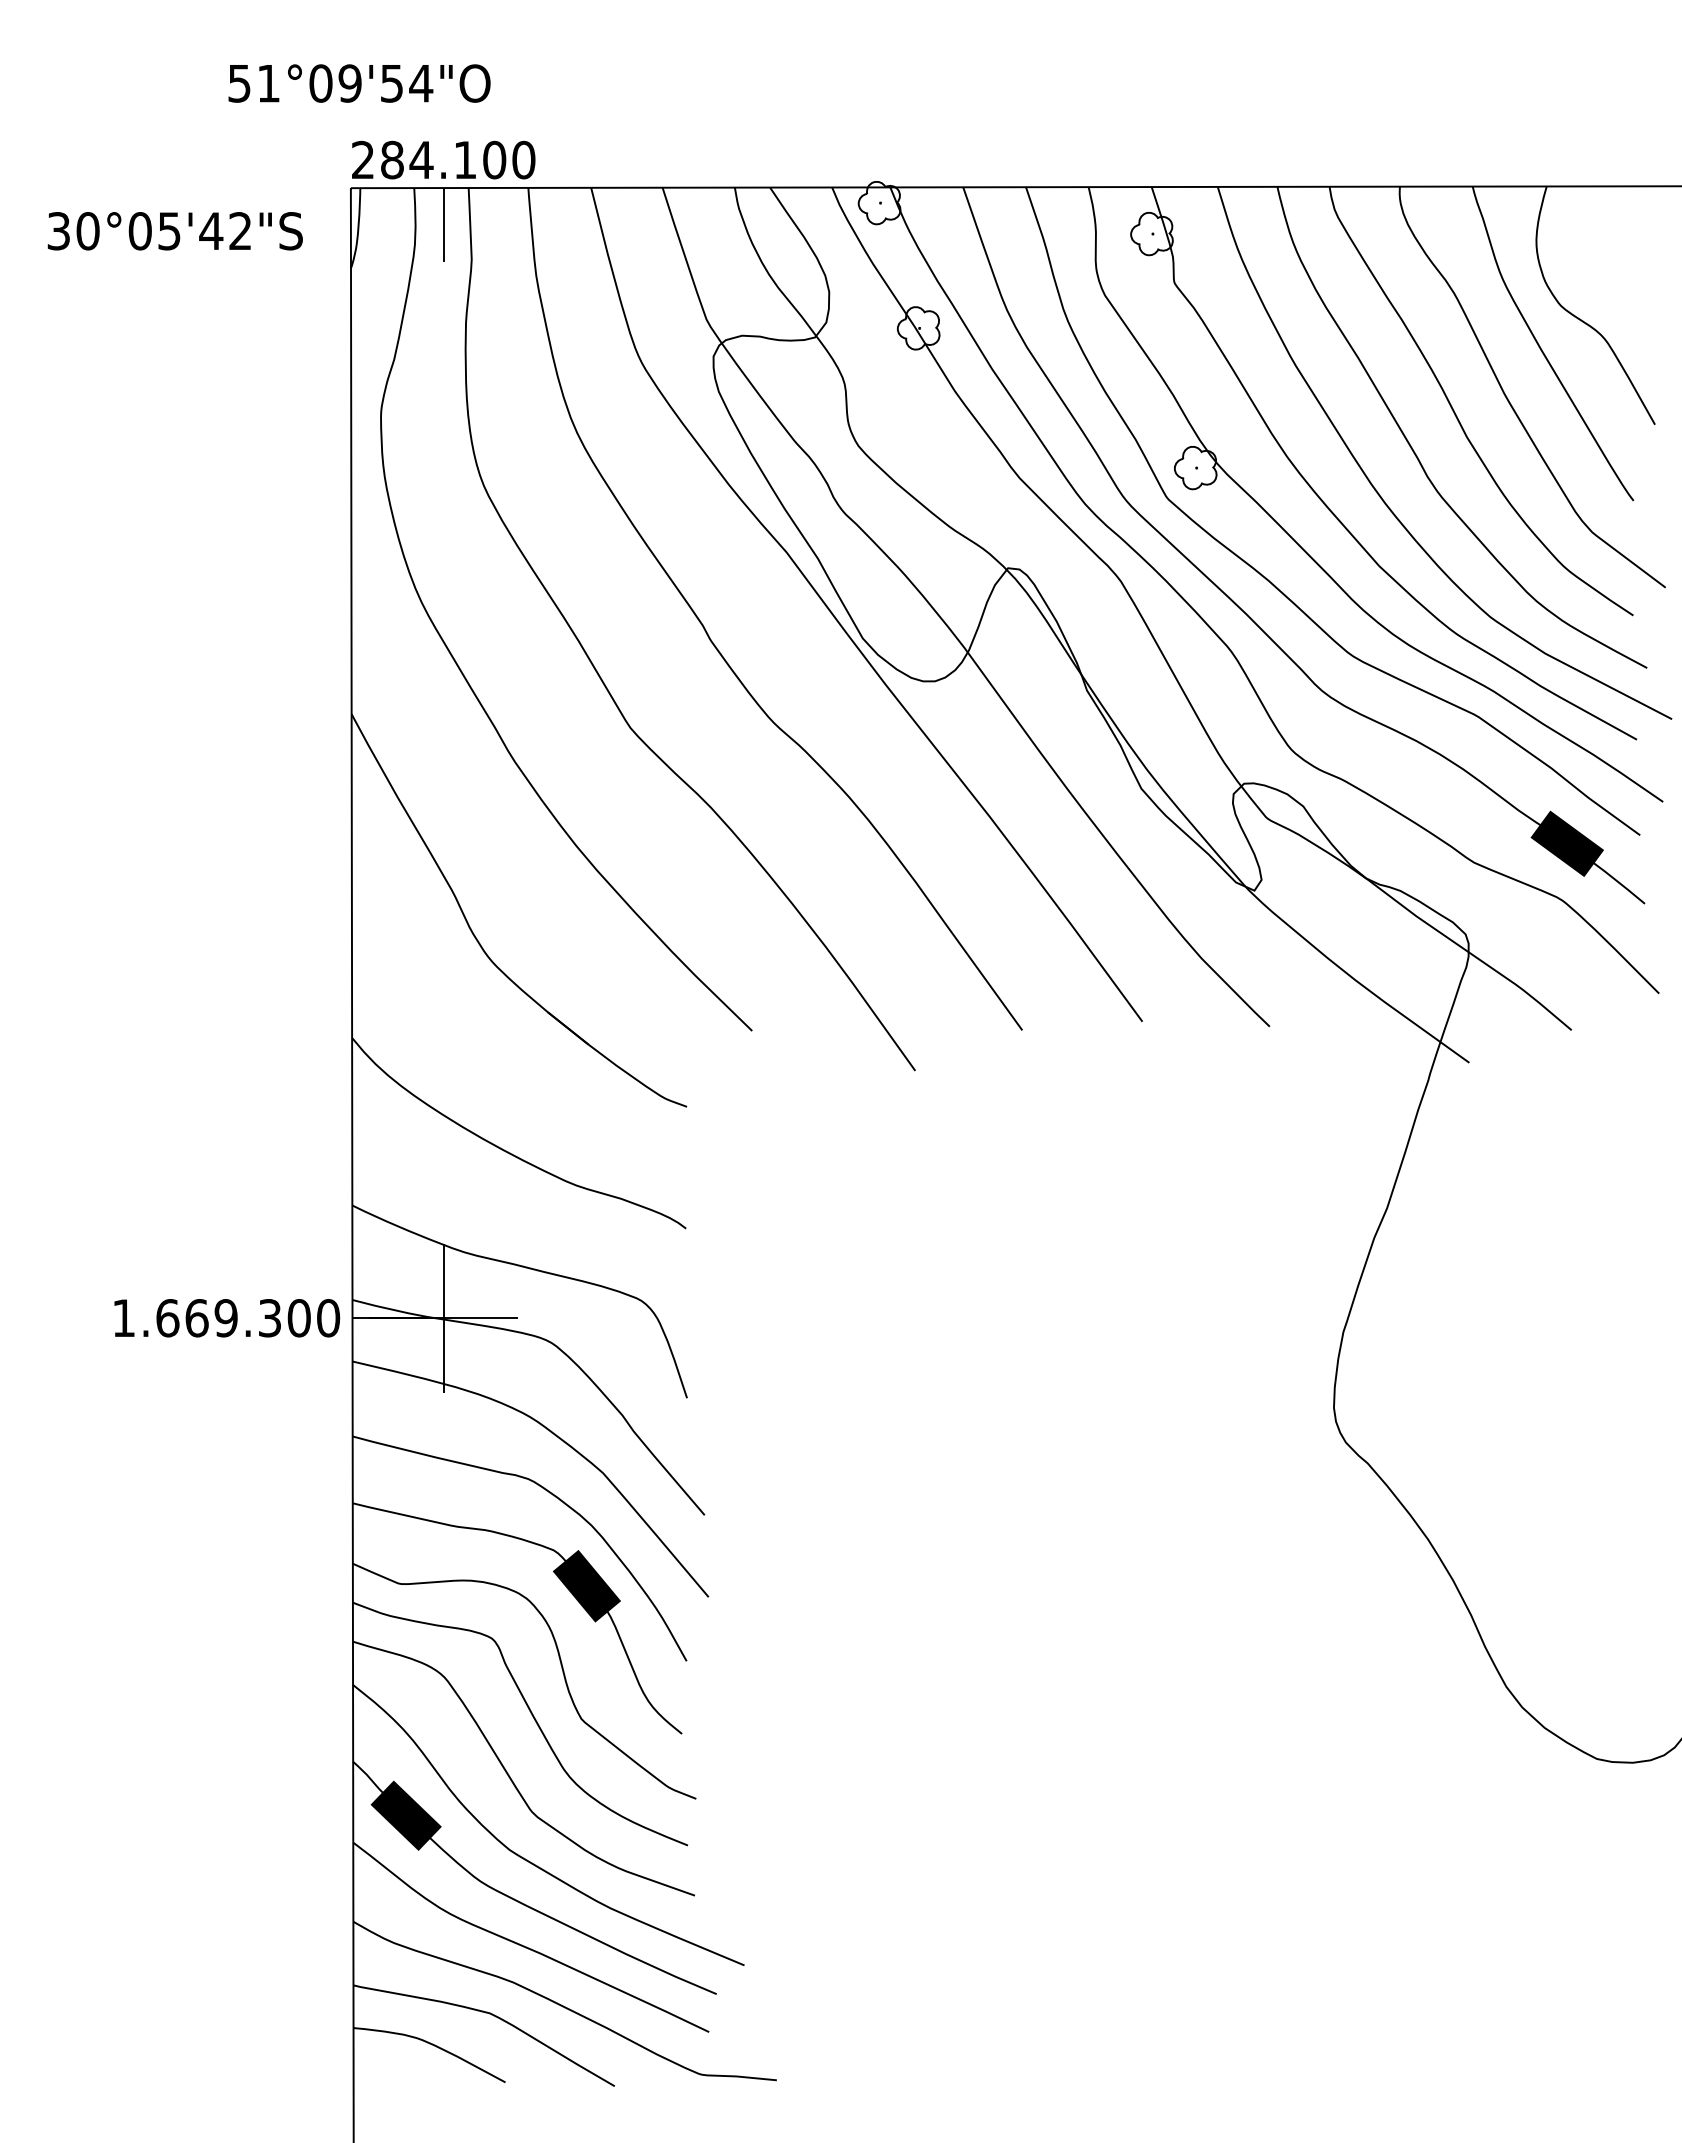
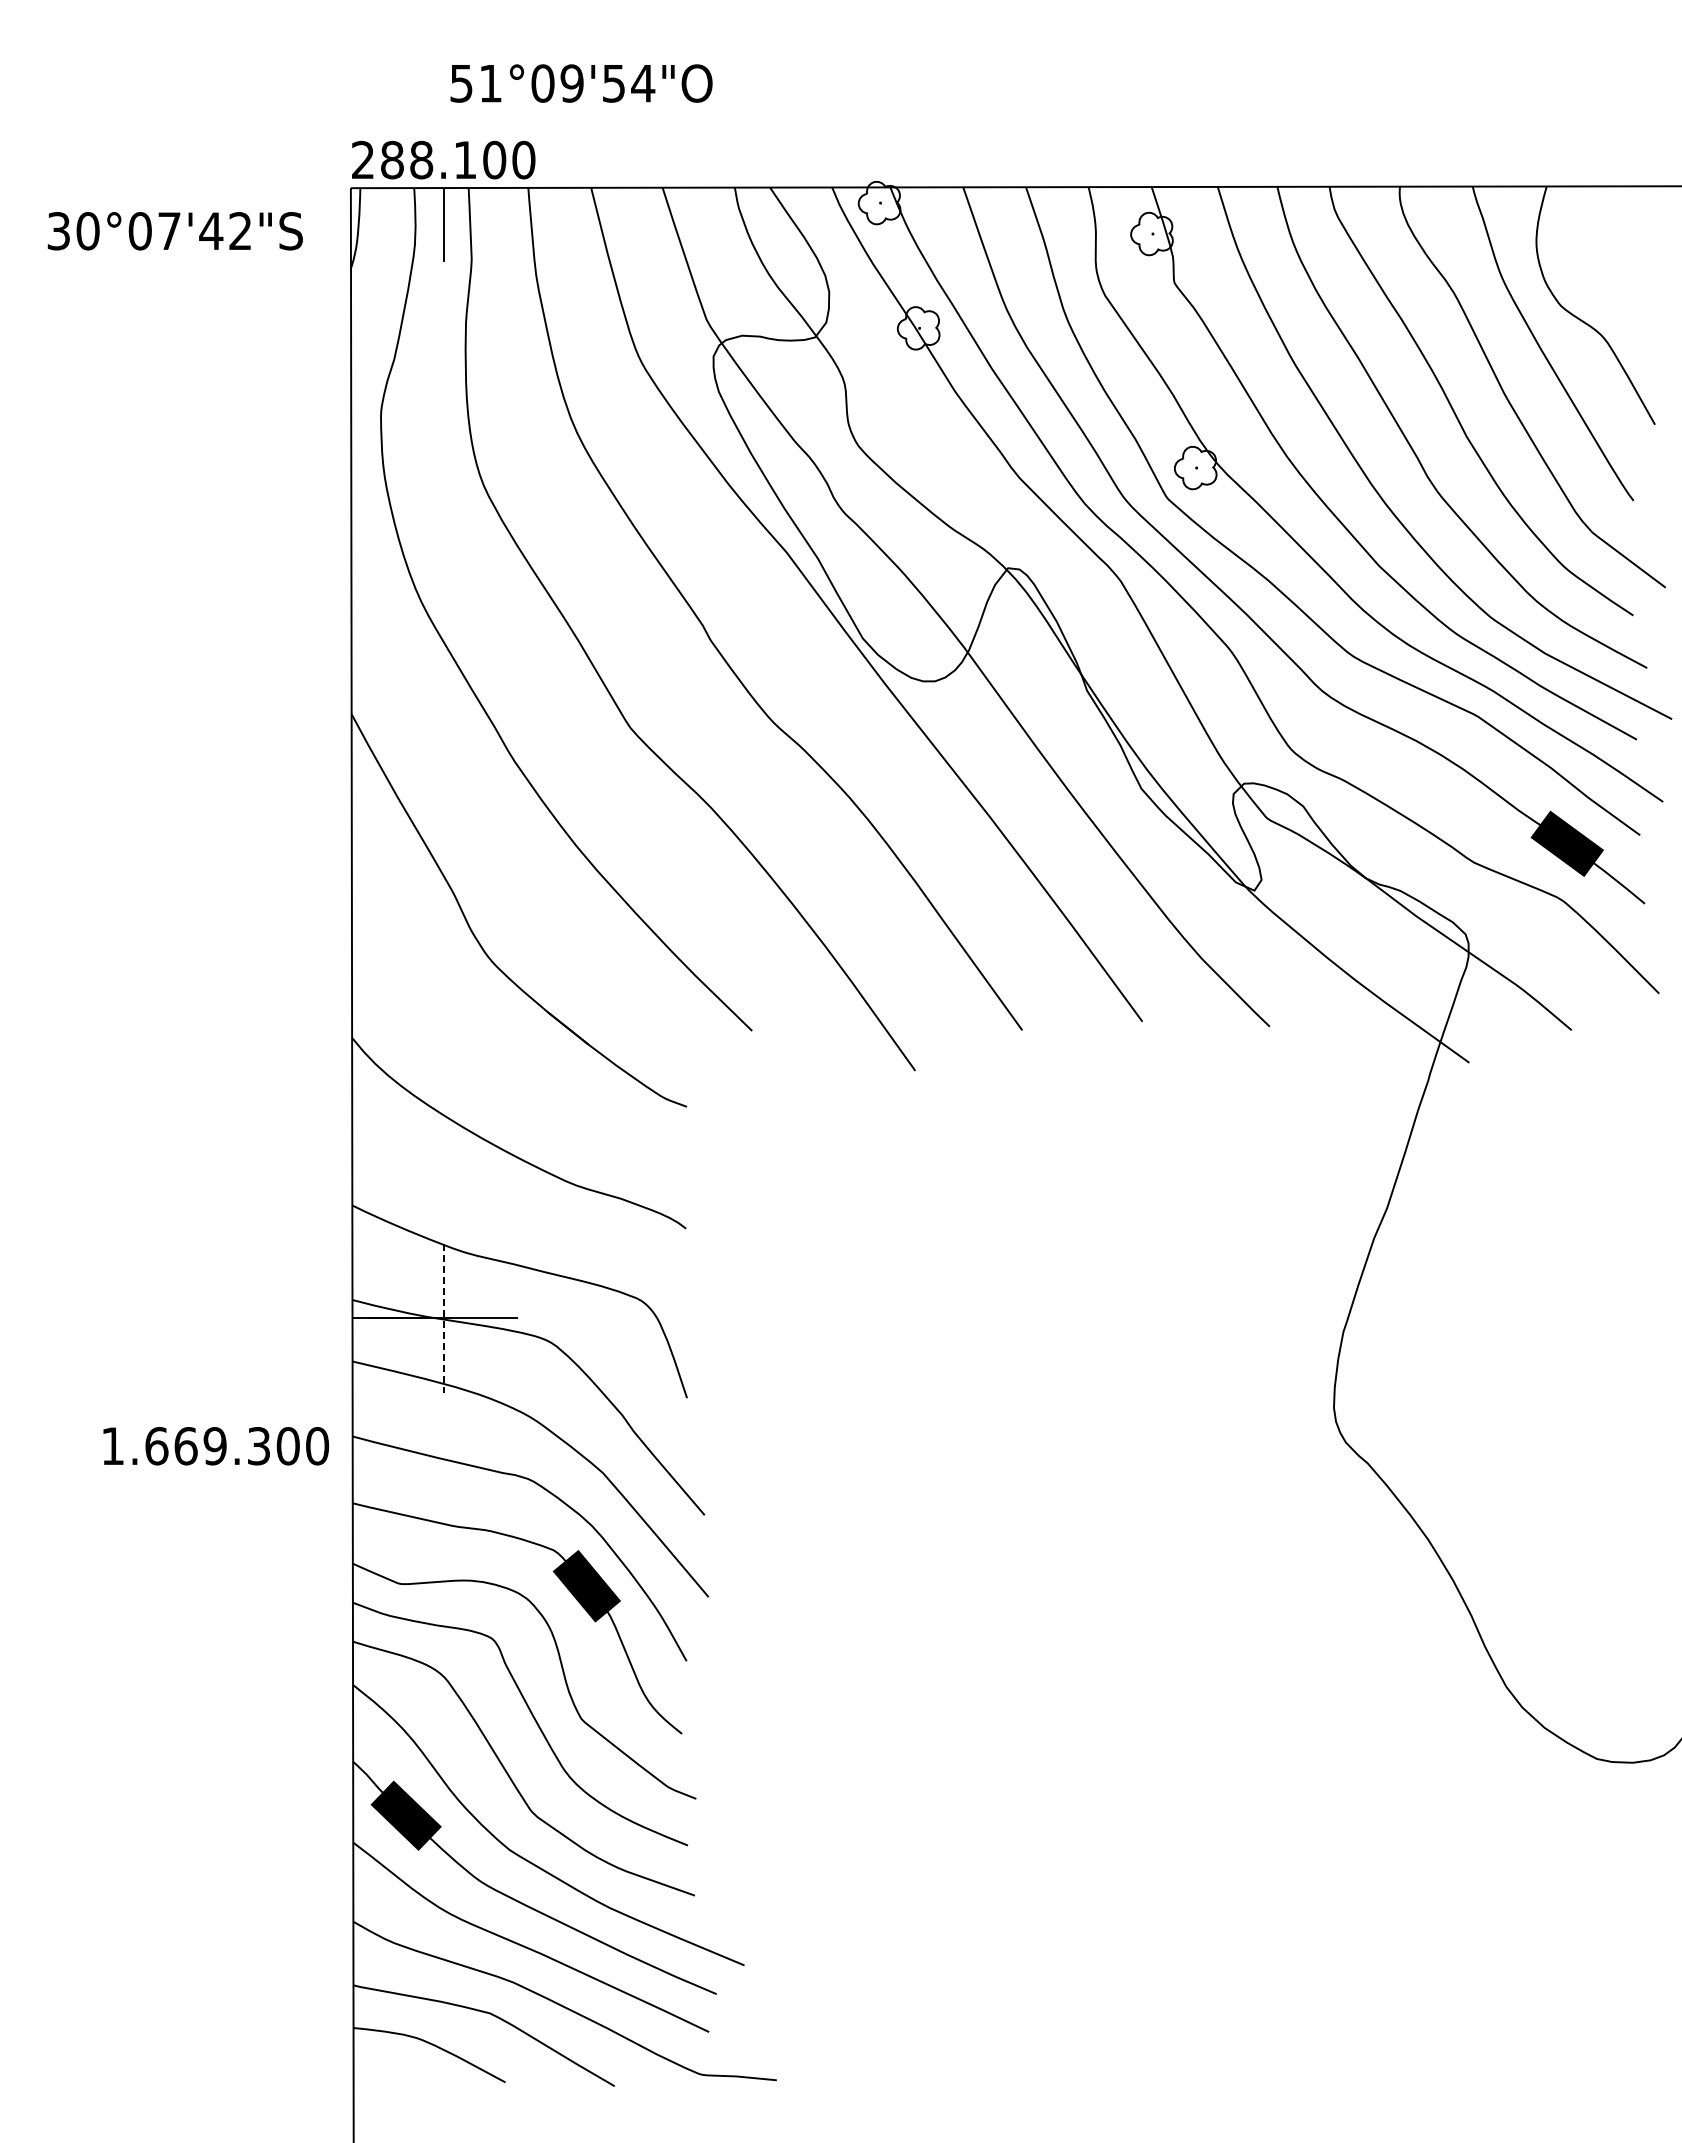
text at (359, 83) position: (359, 83) -> (581, 83)
text at (421, 159): 284.100 -> 288.100
text at (169, 231): 30°05'42"S -> 30°07'42"S
text at (227, 1318) position: (227, 1318) -> (216, 1446)
line at (443, 1318): solid -> dashed
